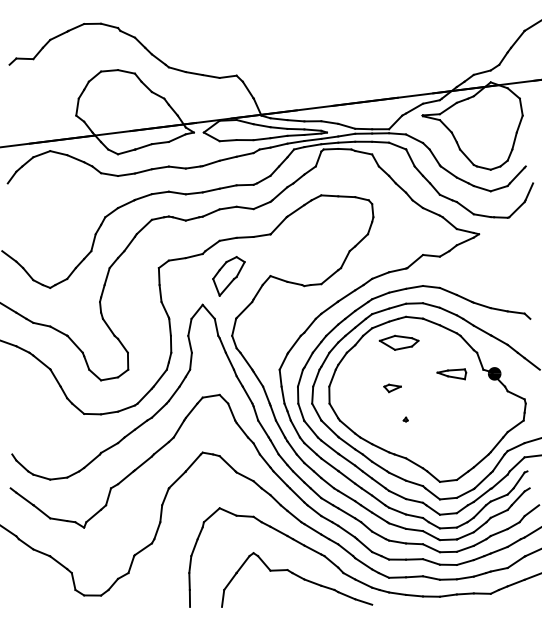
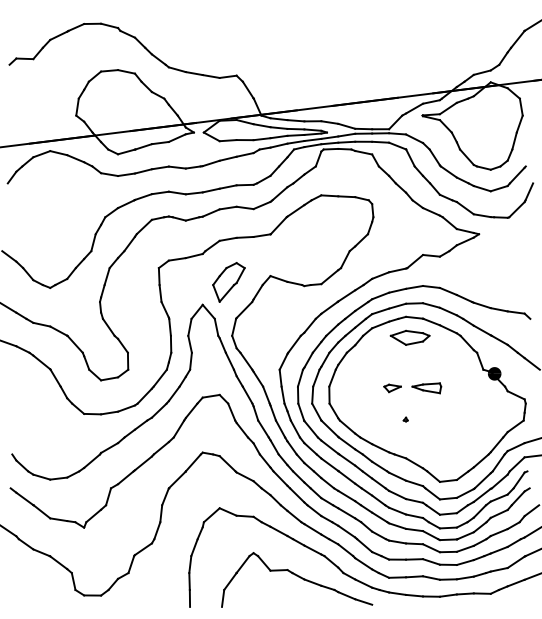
part at (228, 276) position: (228, 276) -> (228, 282)
part at (398, 342) position: (398, 342) -> (409, 337)
part at (451, 374) position: (451, 374) -> (426, 388)
